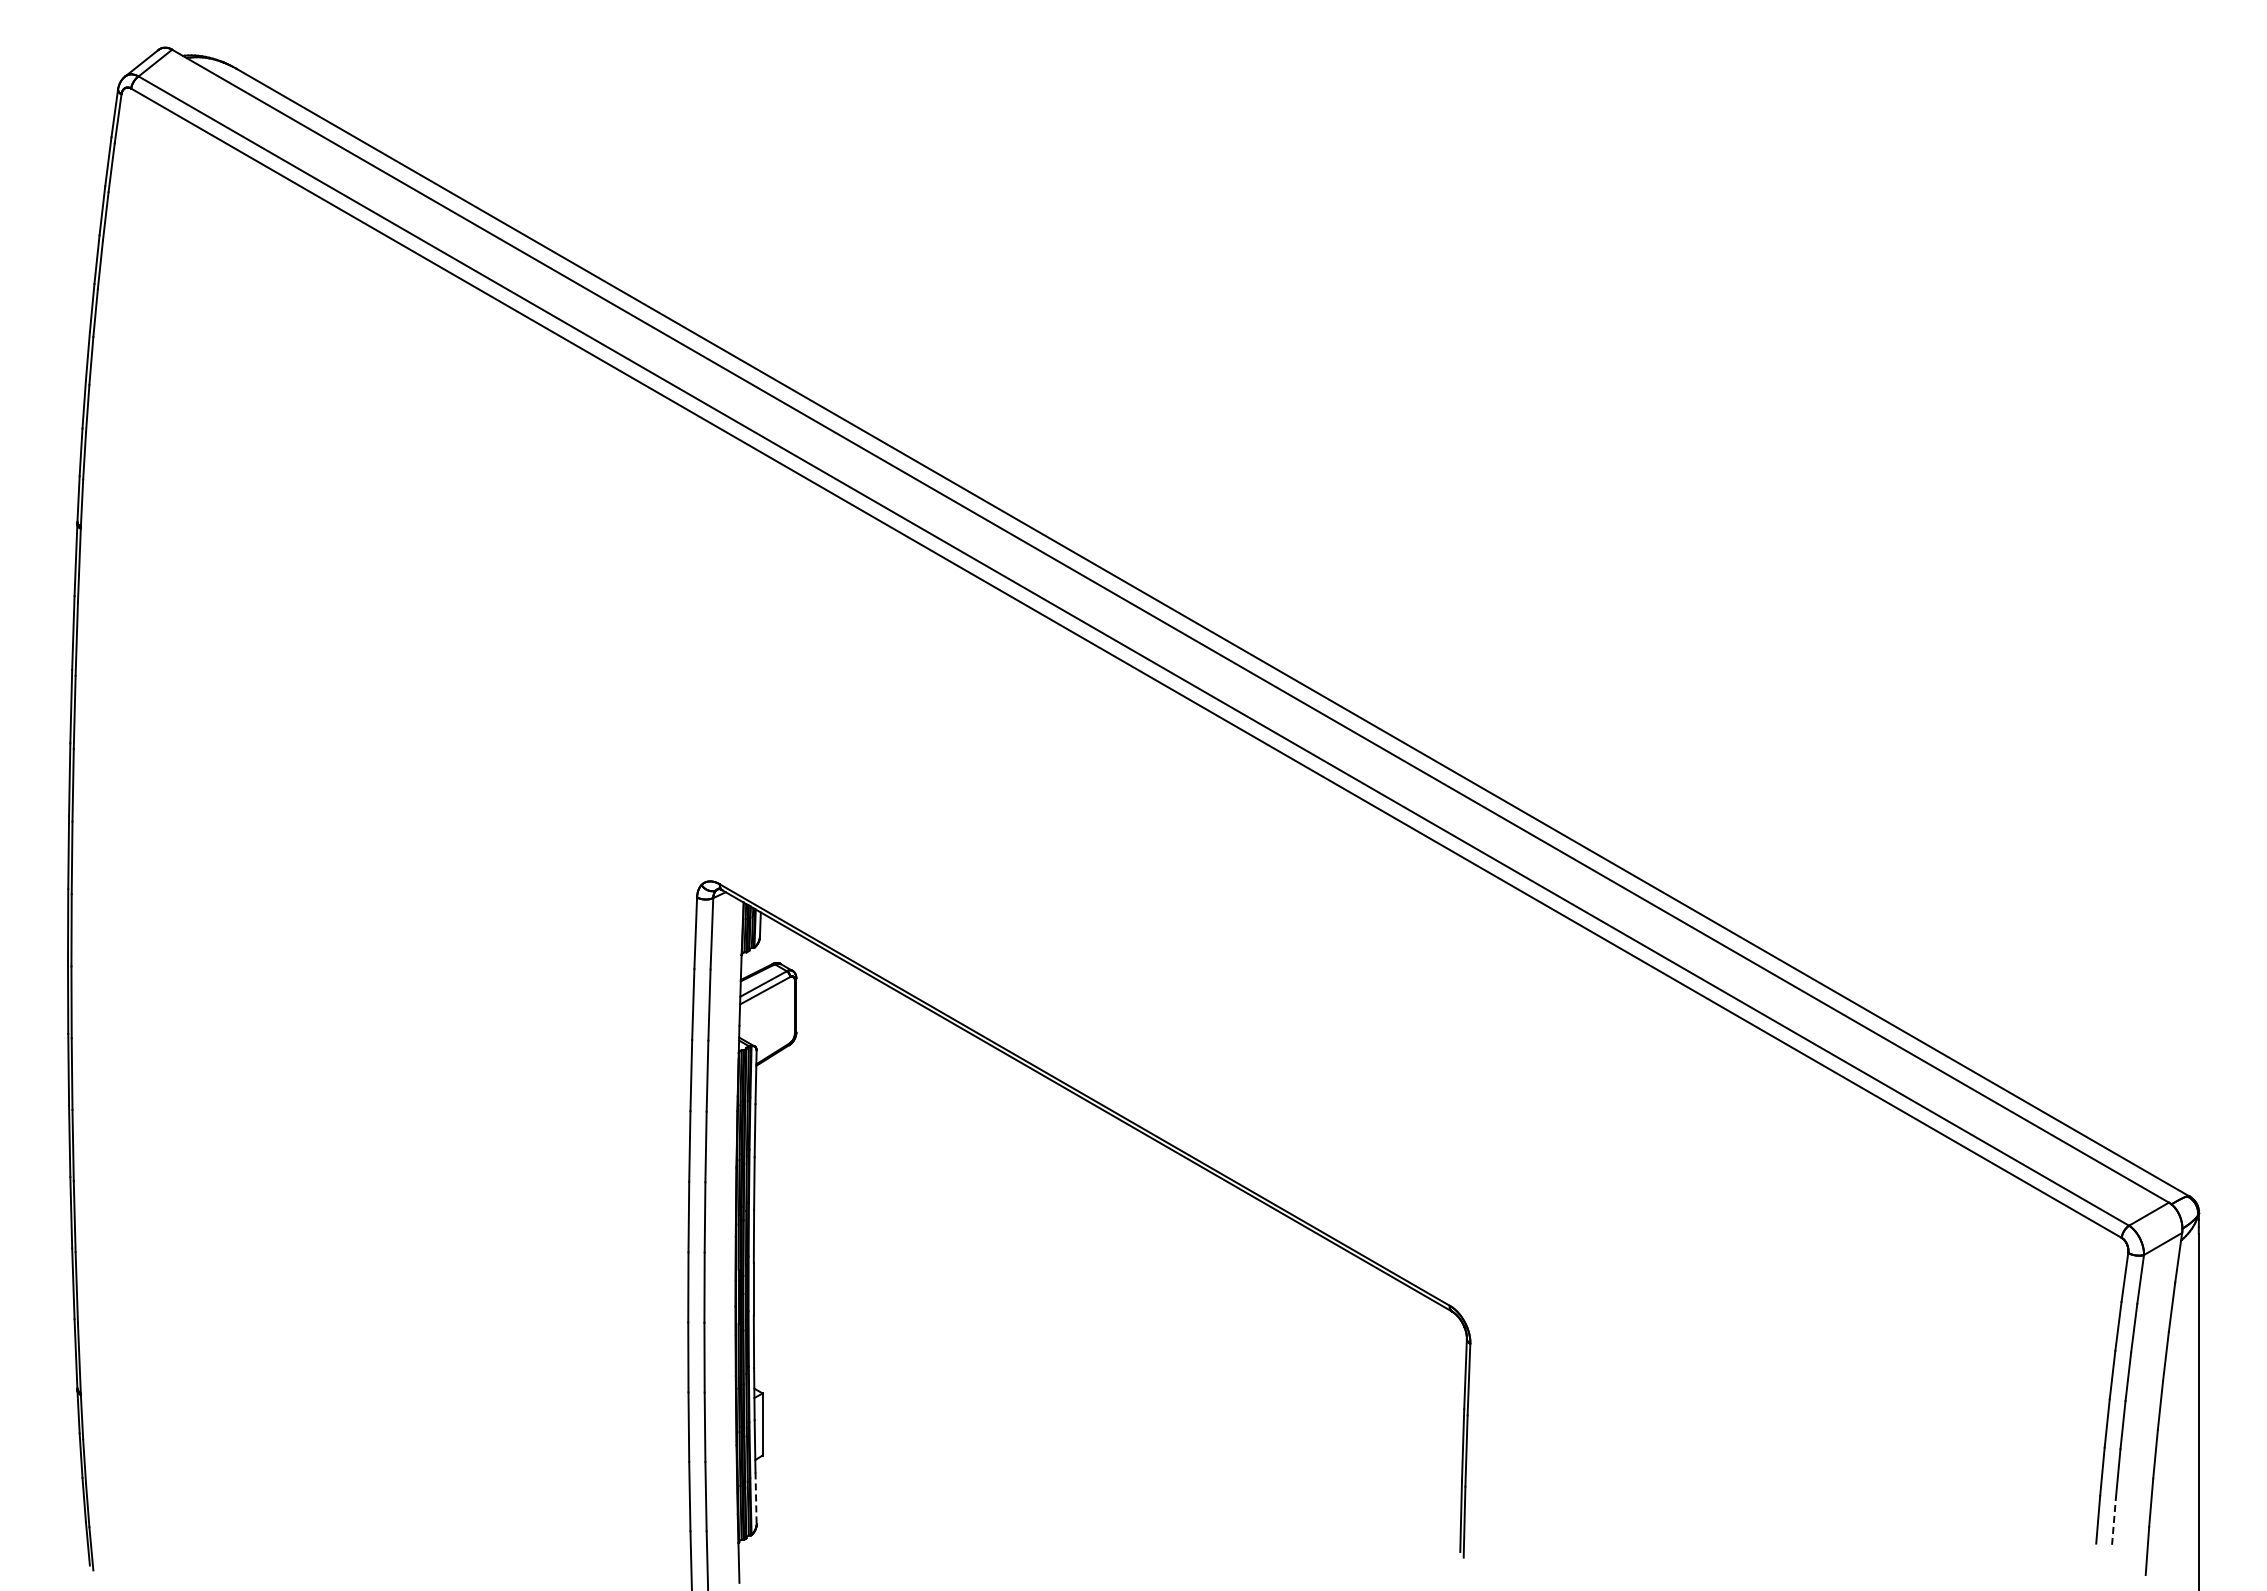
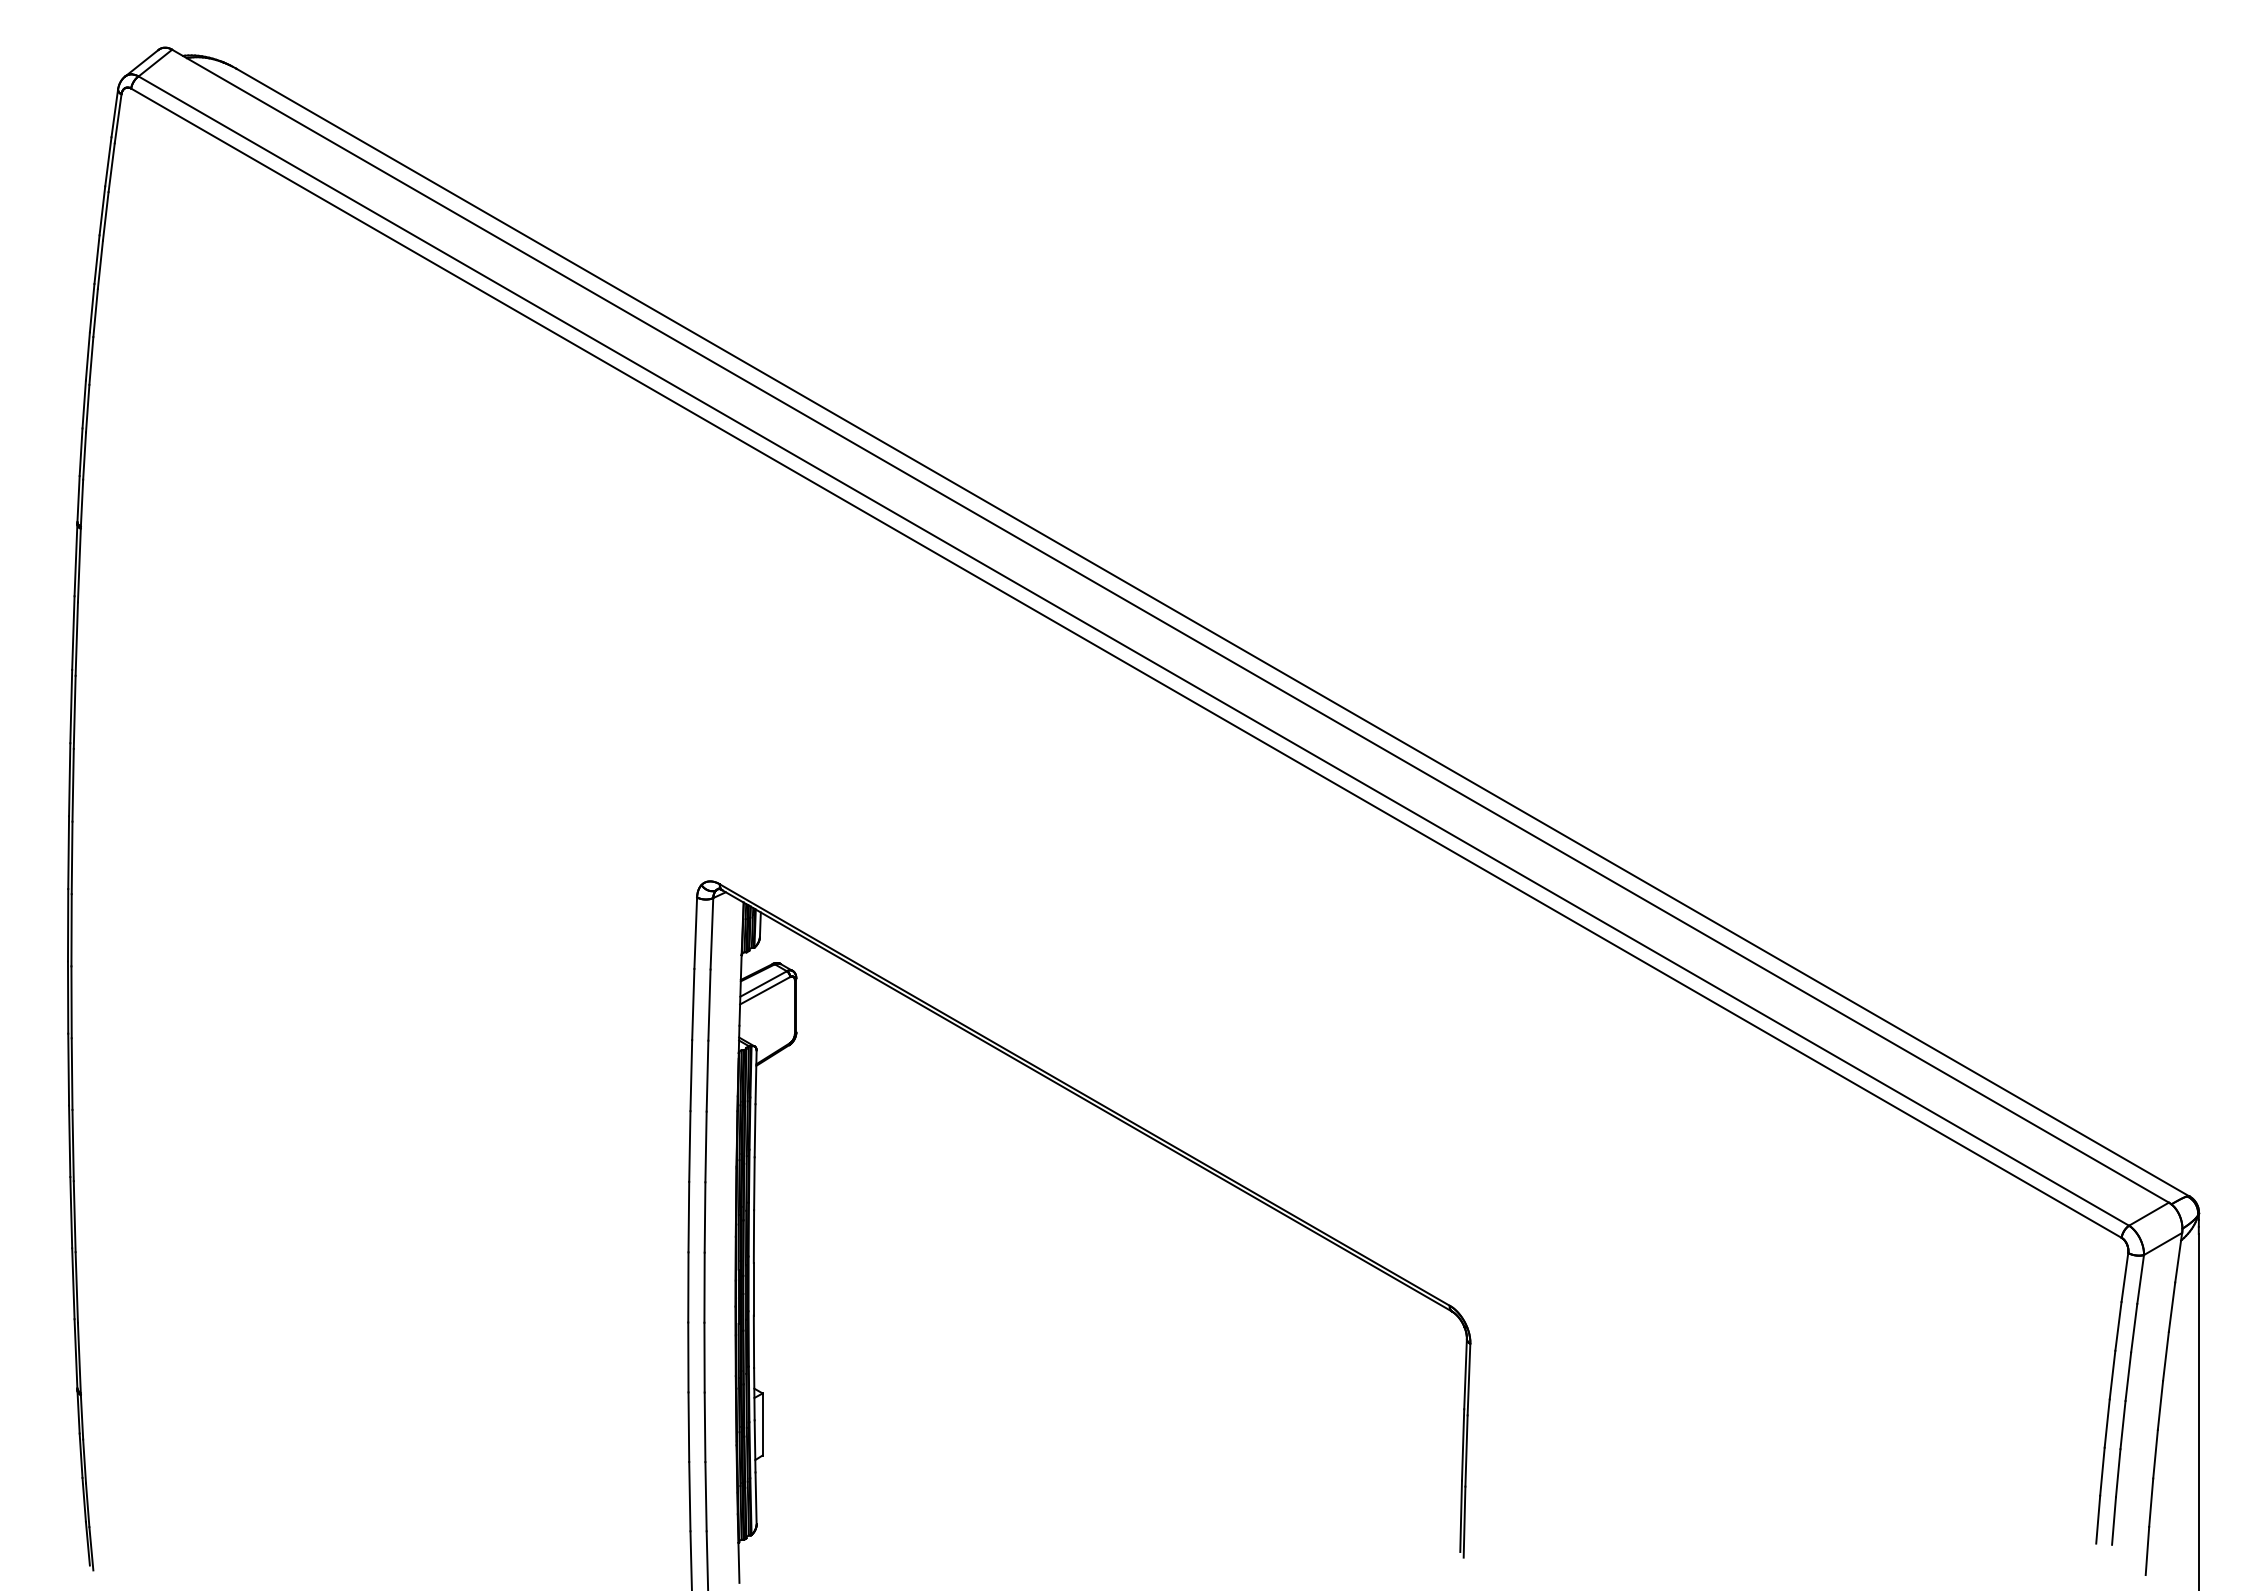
line at (756, 1498): dashed -> solid
line at (2114, 1520): dashed -> solid
